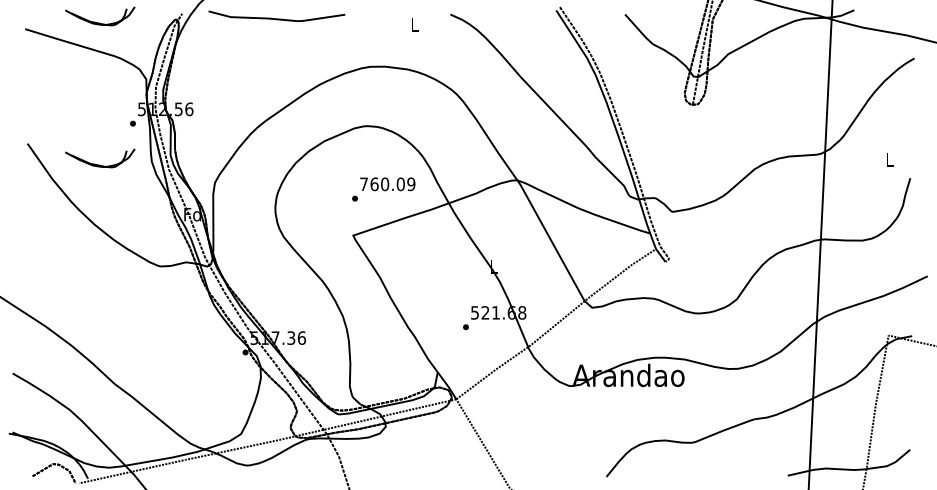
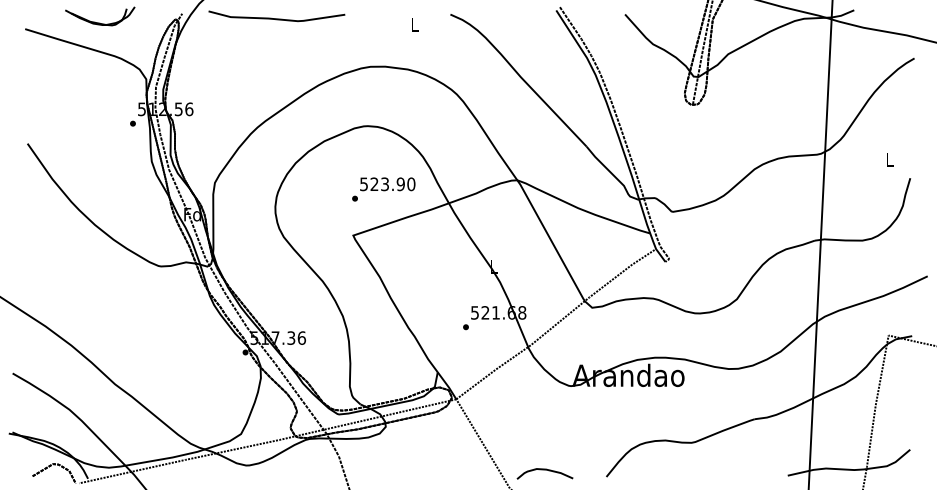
part at (99, 164): present -> none
text at (387, 184): 760.09 -> 523.90
curve at (544, 470): none -> present
